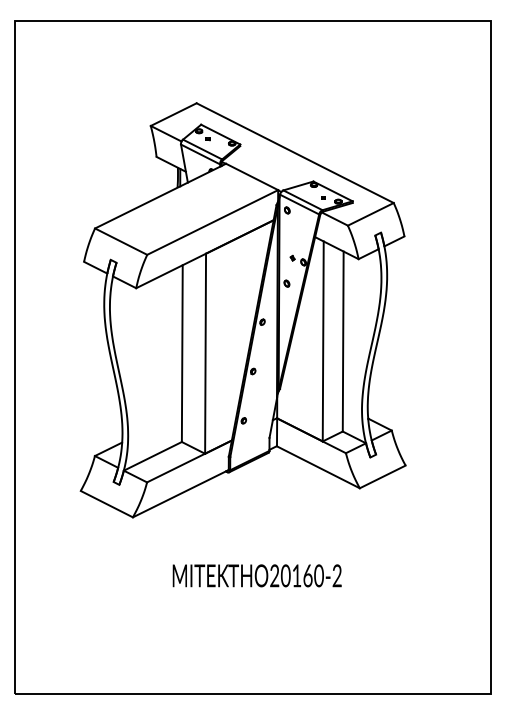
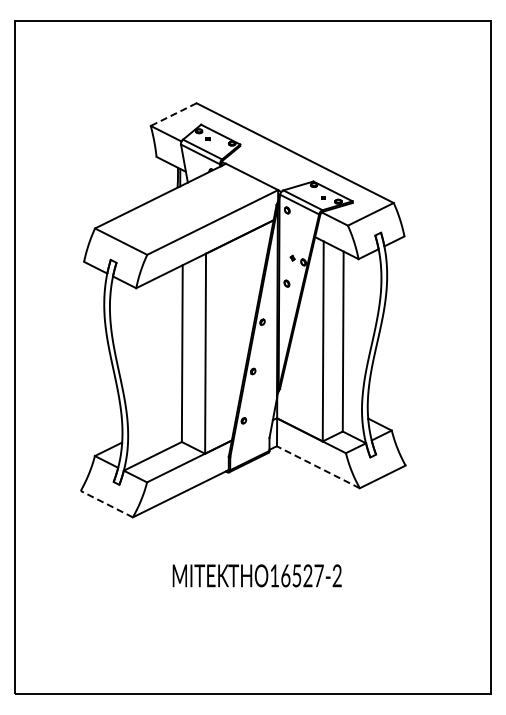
line at (173, 114): solid -> dashed
line at (318, 467): solid -> dashed
line at (106, 503): solid -> dashed
text at (296, 575): THO20160-2 -> THO16527-2
